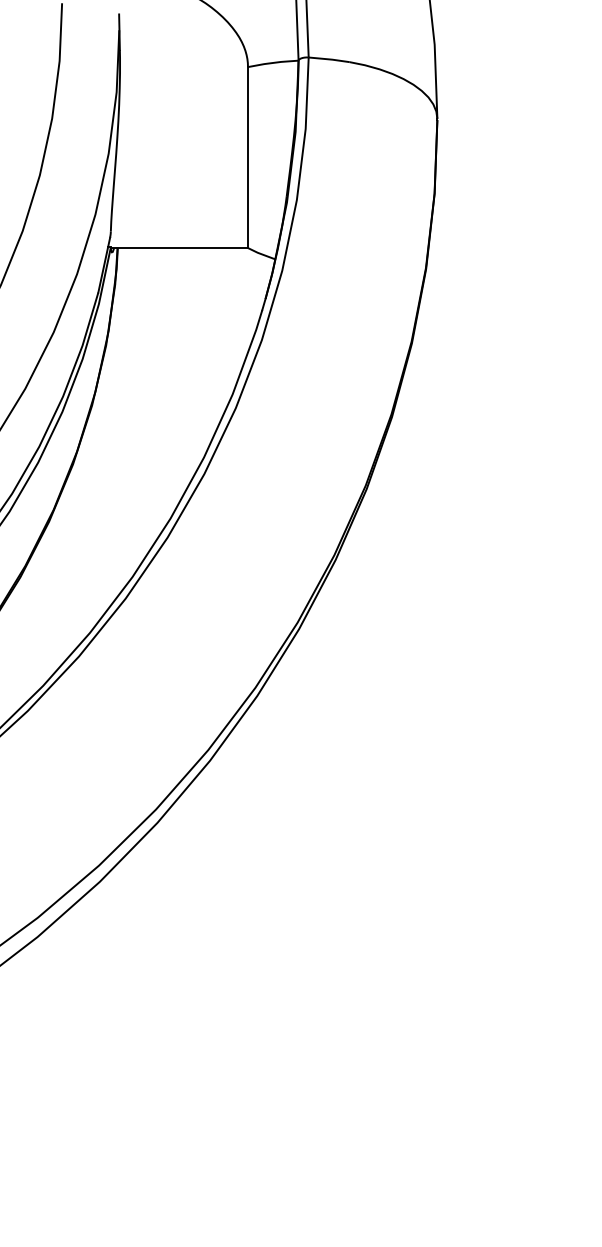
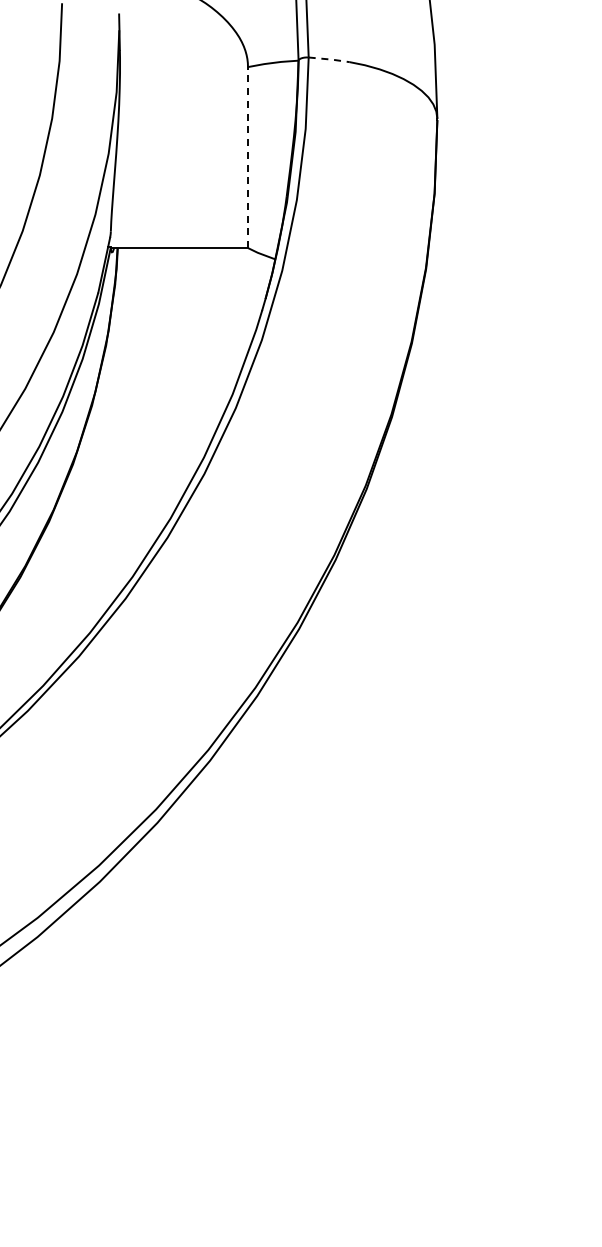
line at (330, 59): solid -> dashed
line at (247, 157): solid -> dashed
